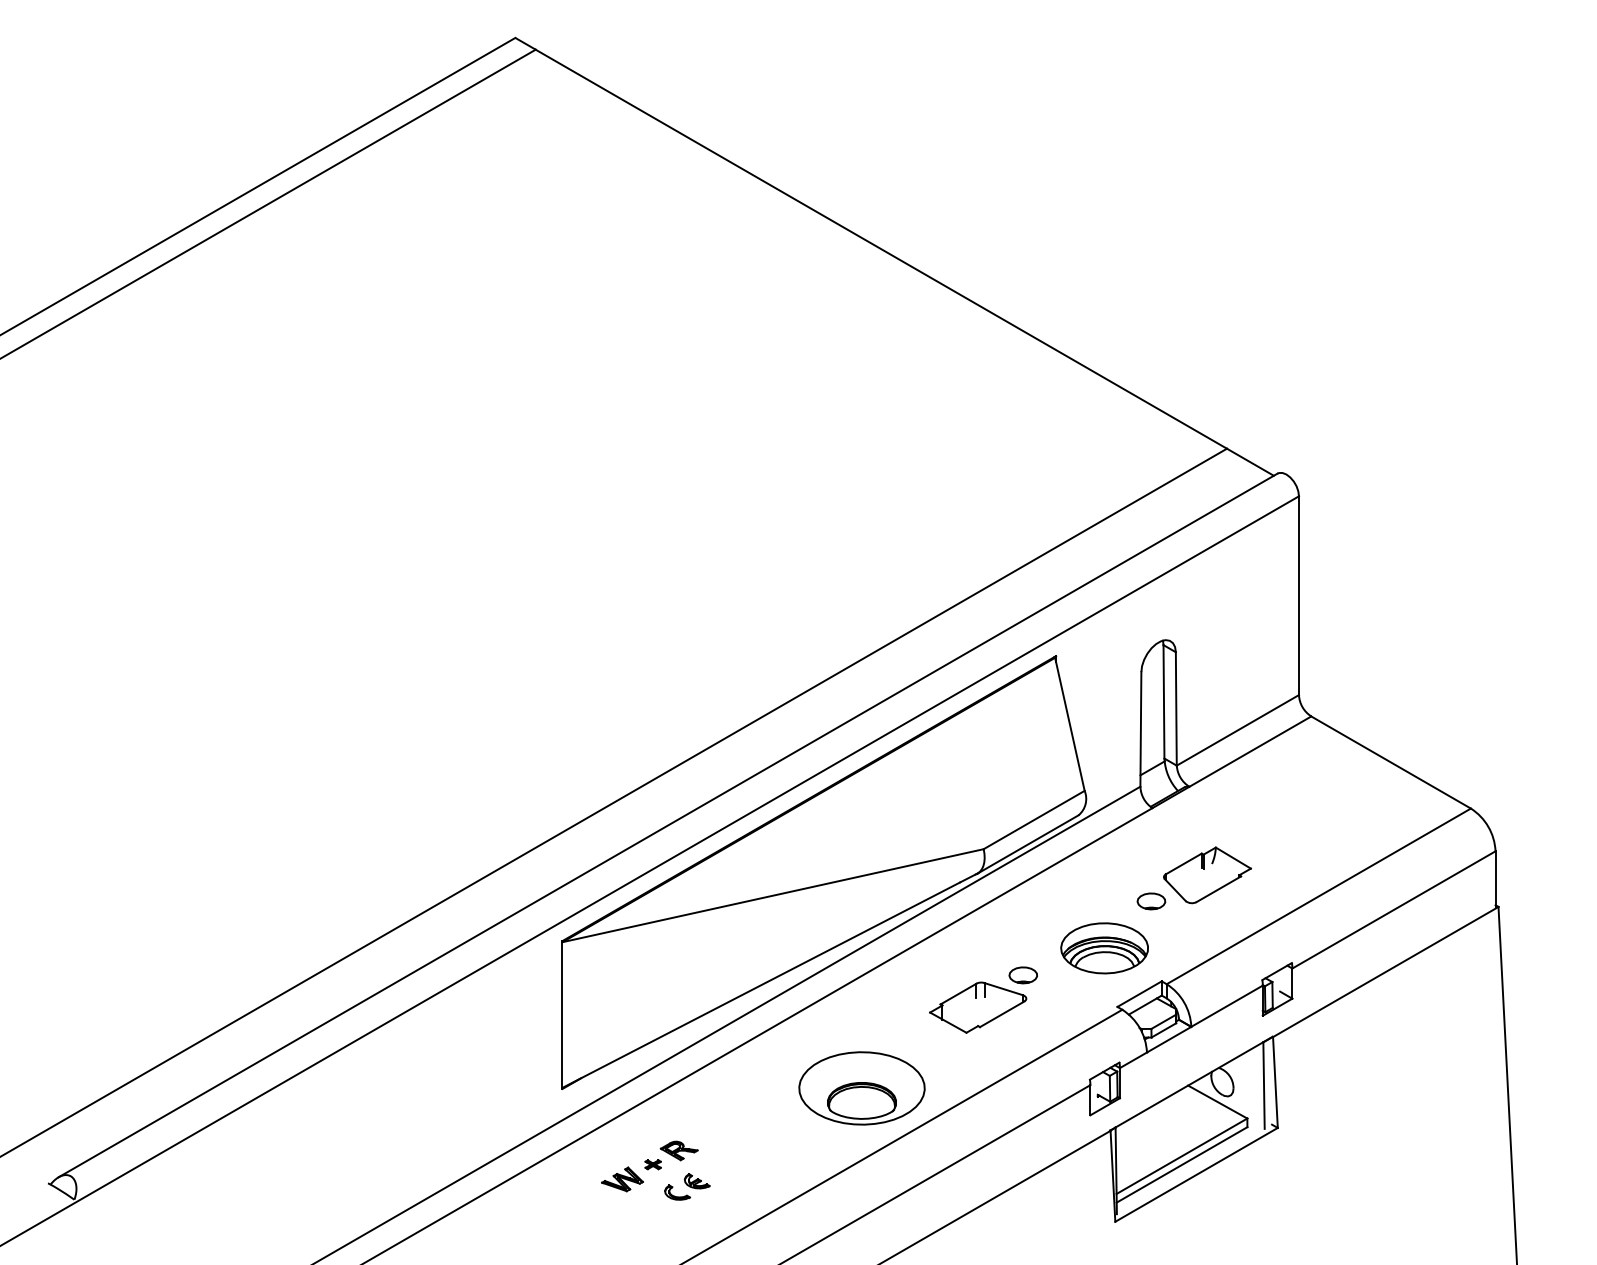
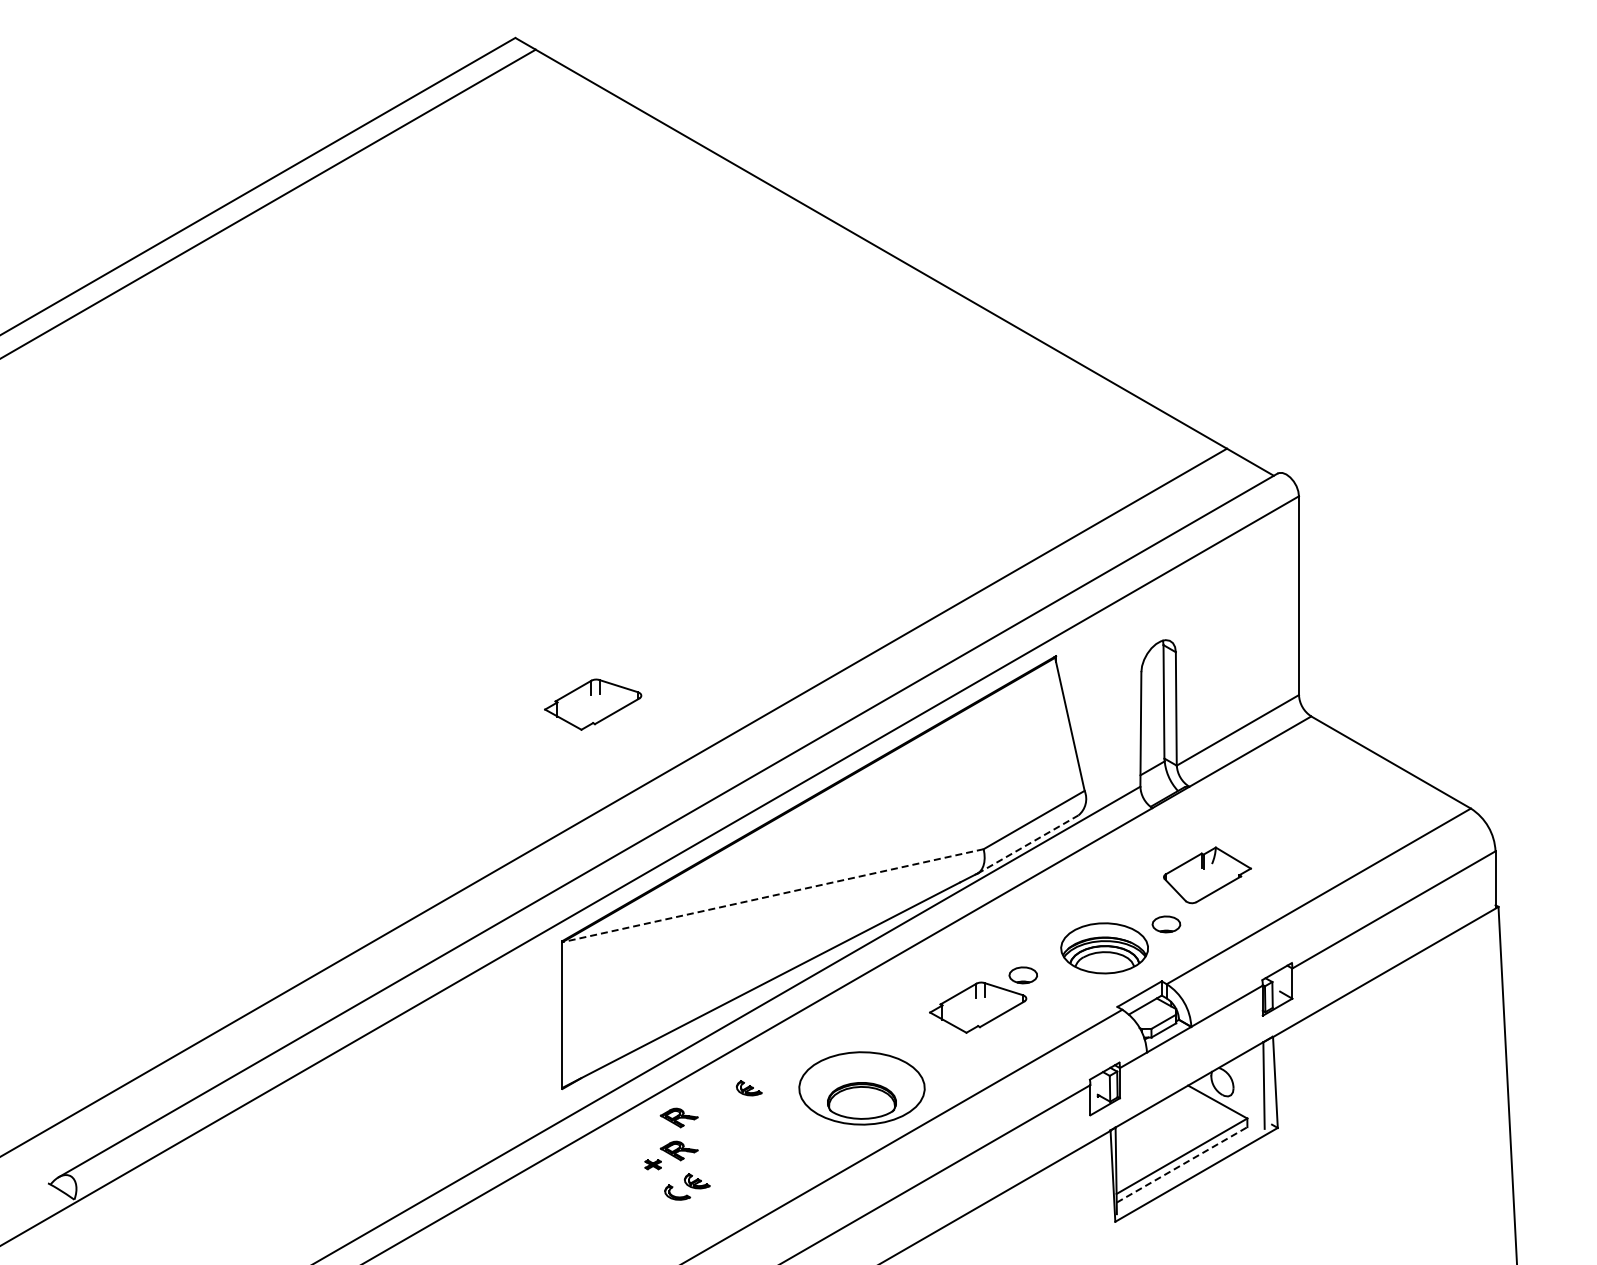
part at (593, 704): none -> present
line at (1028, 844): solid -> dashed
line at (773, 895): solid -> dashed
part at (1151, 901) position: (1151, 901) -> (1166, 924)
part at (748, 1088): none -> present
part at (678, 1117): none -> present
line at (1182, 1164): solid -> dashed
part at (622, 1179): present -> none
